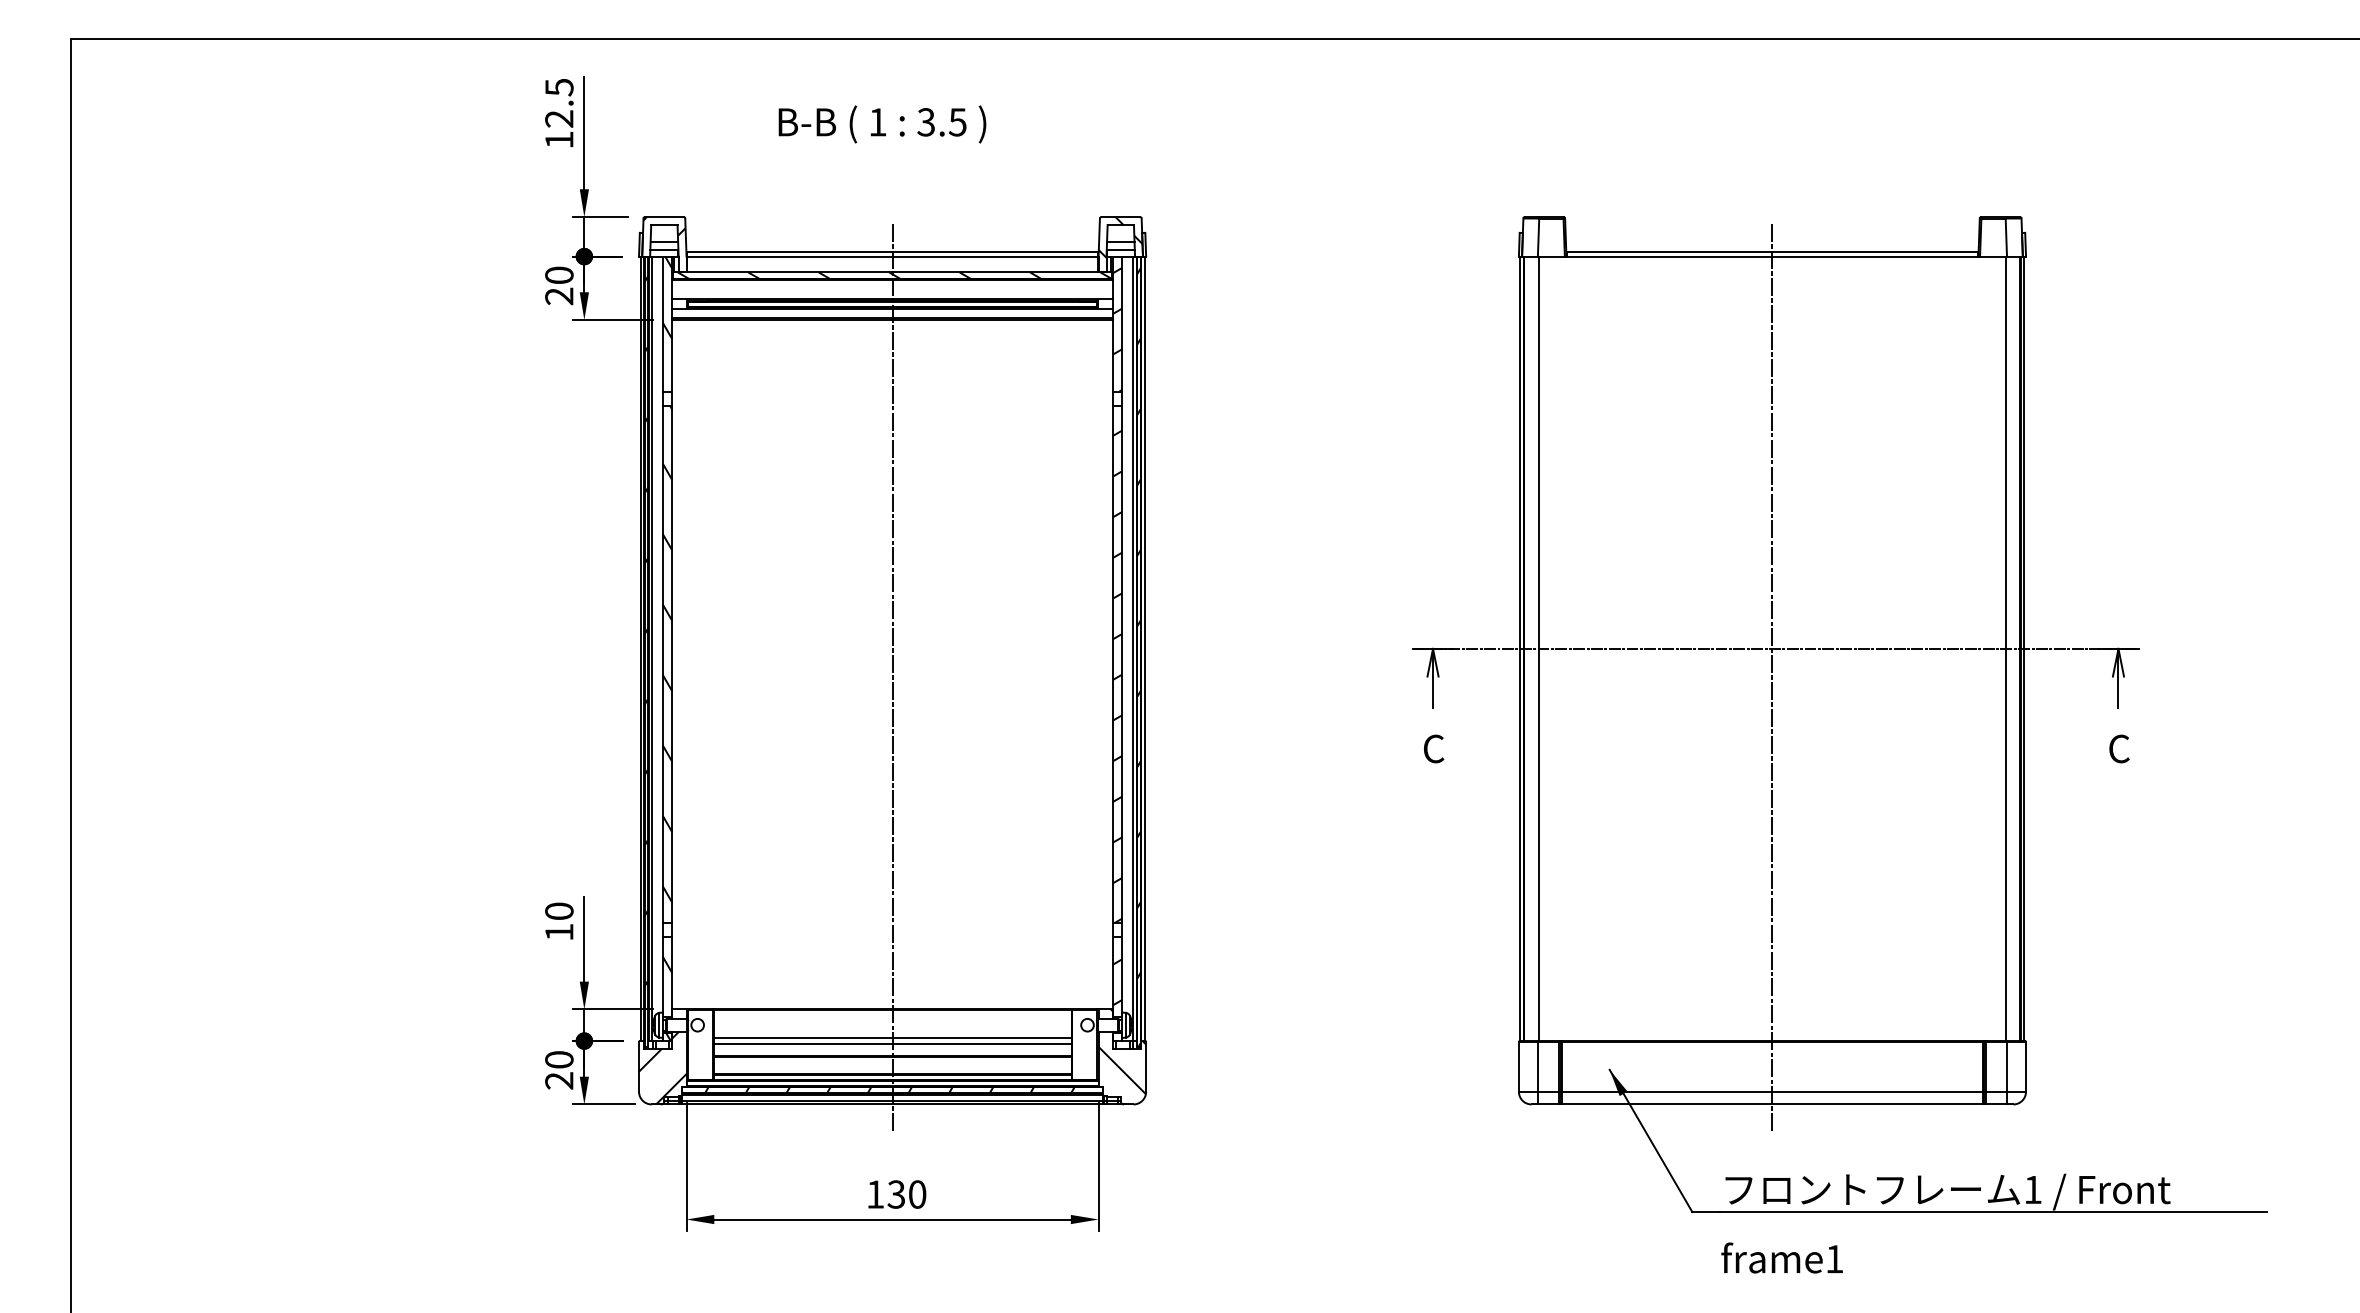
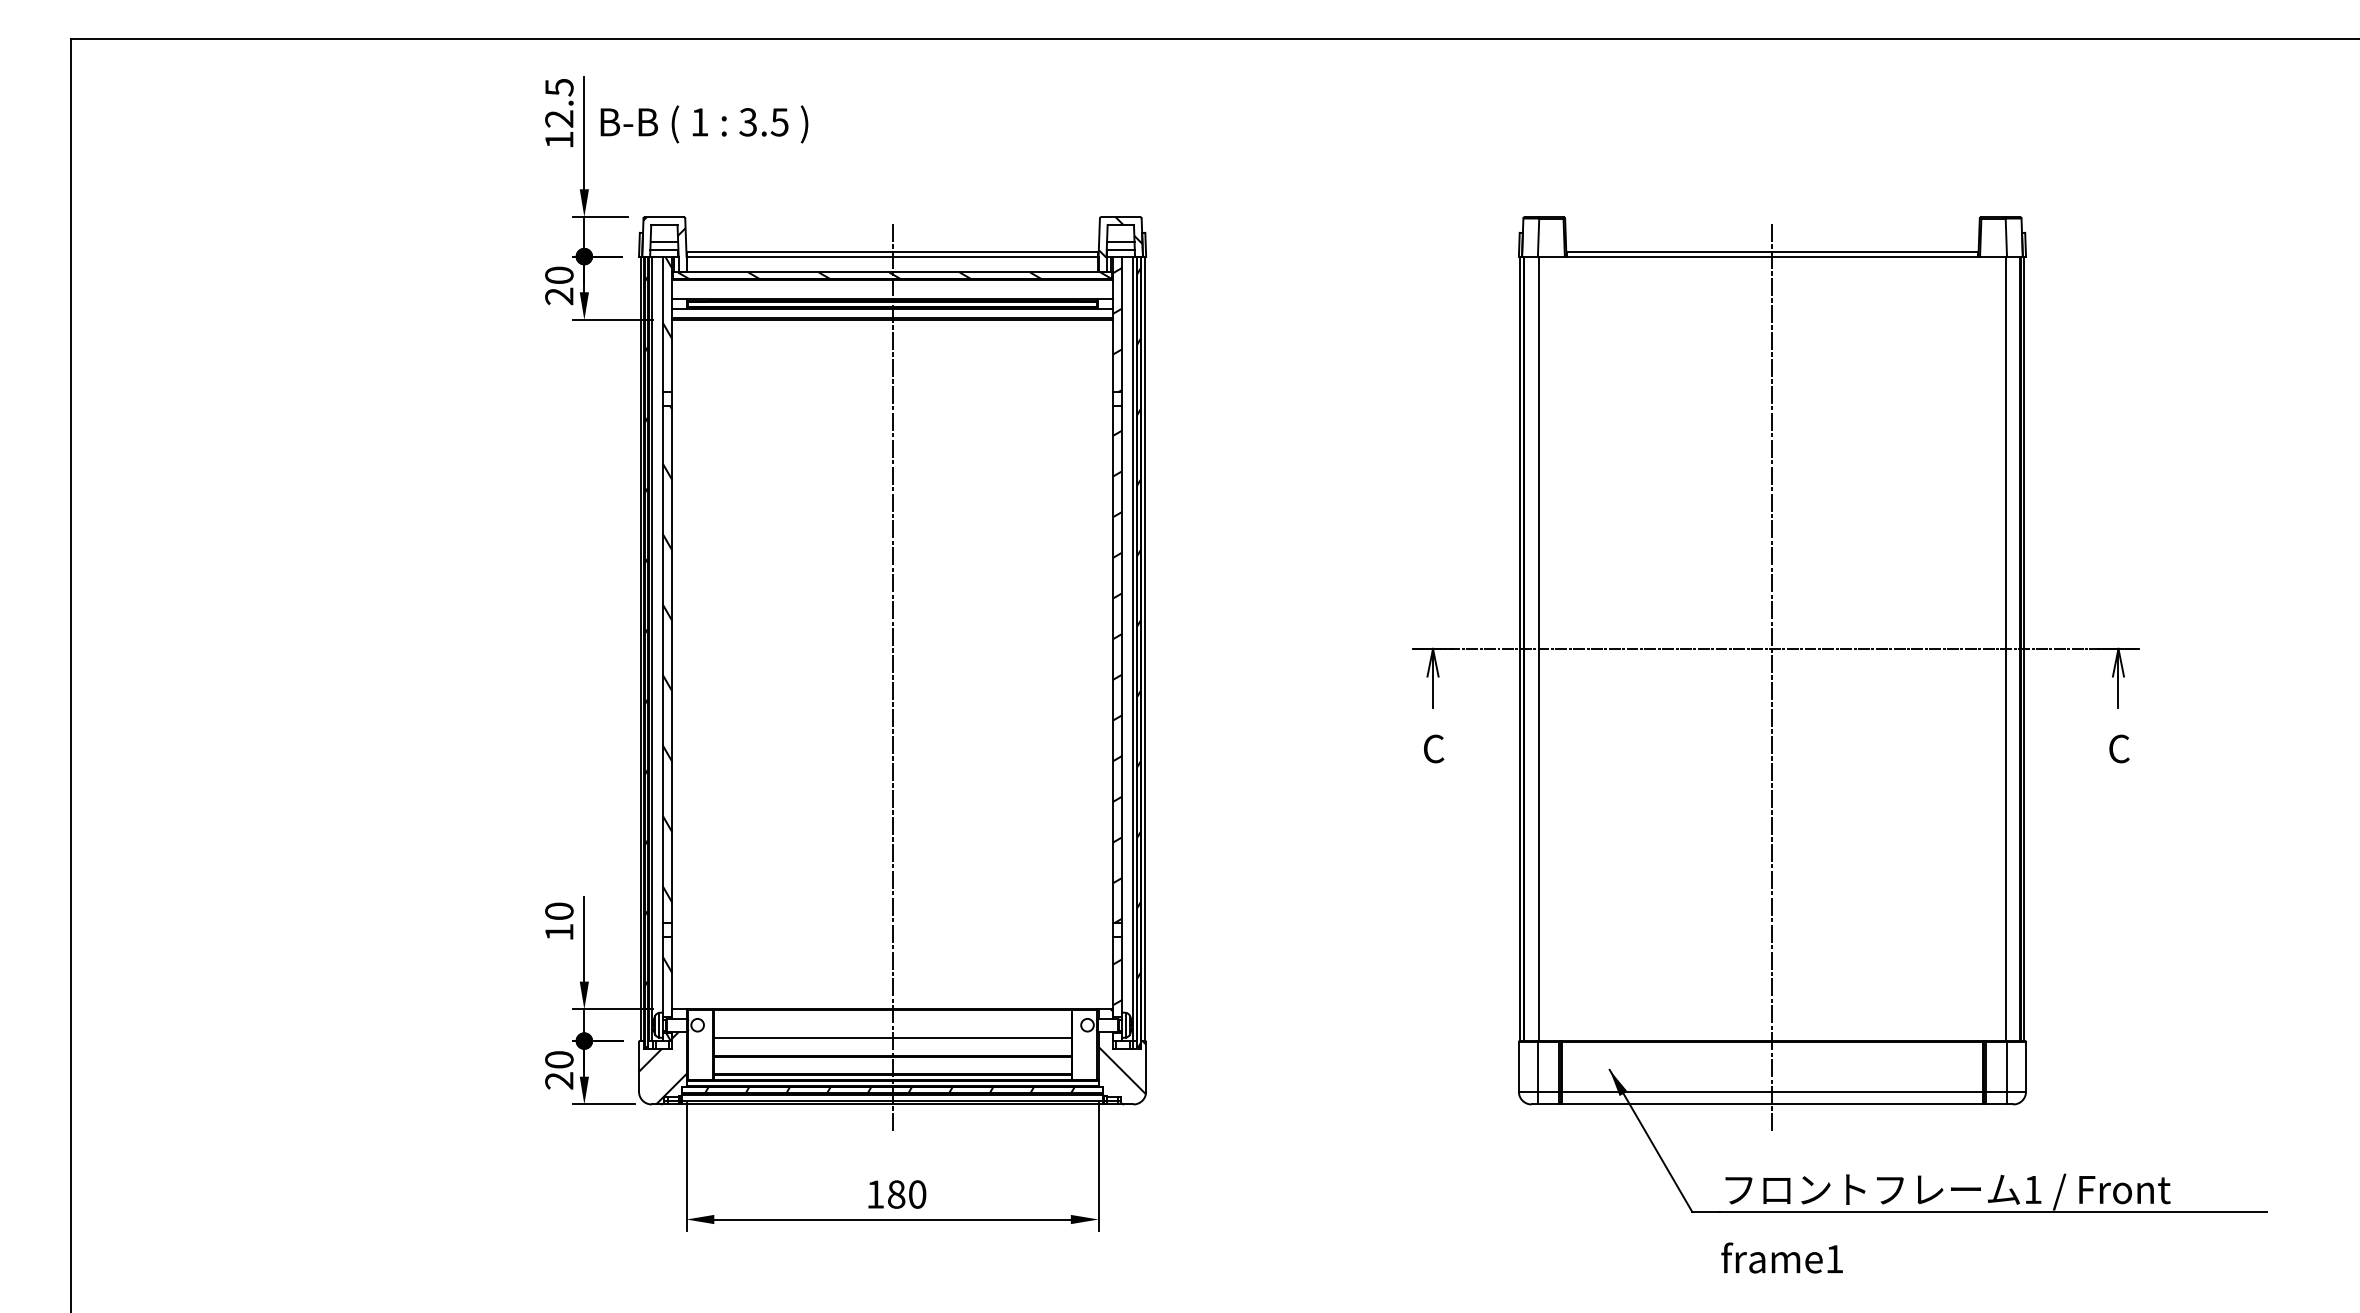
text at (882, 124) position: (882, 124) -> (704, 124)
line at (892, 1044): present -> none
text at (896, 1194): 130 -> 180
